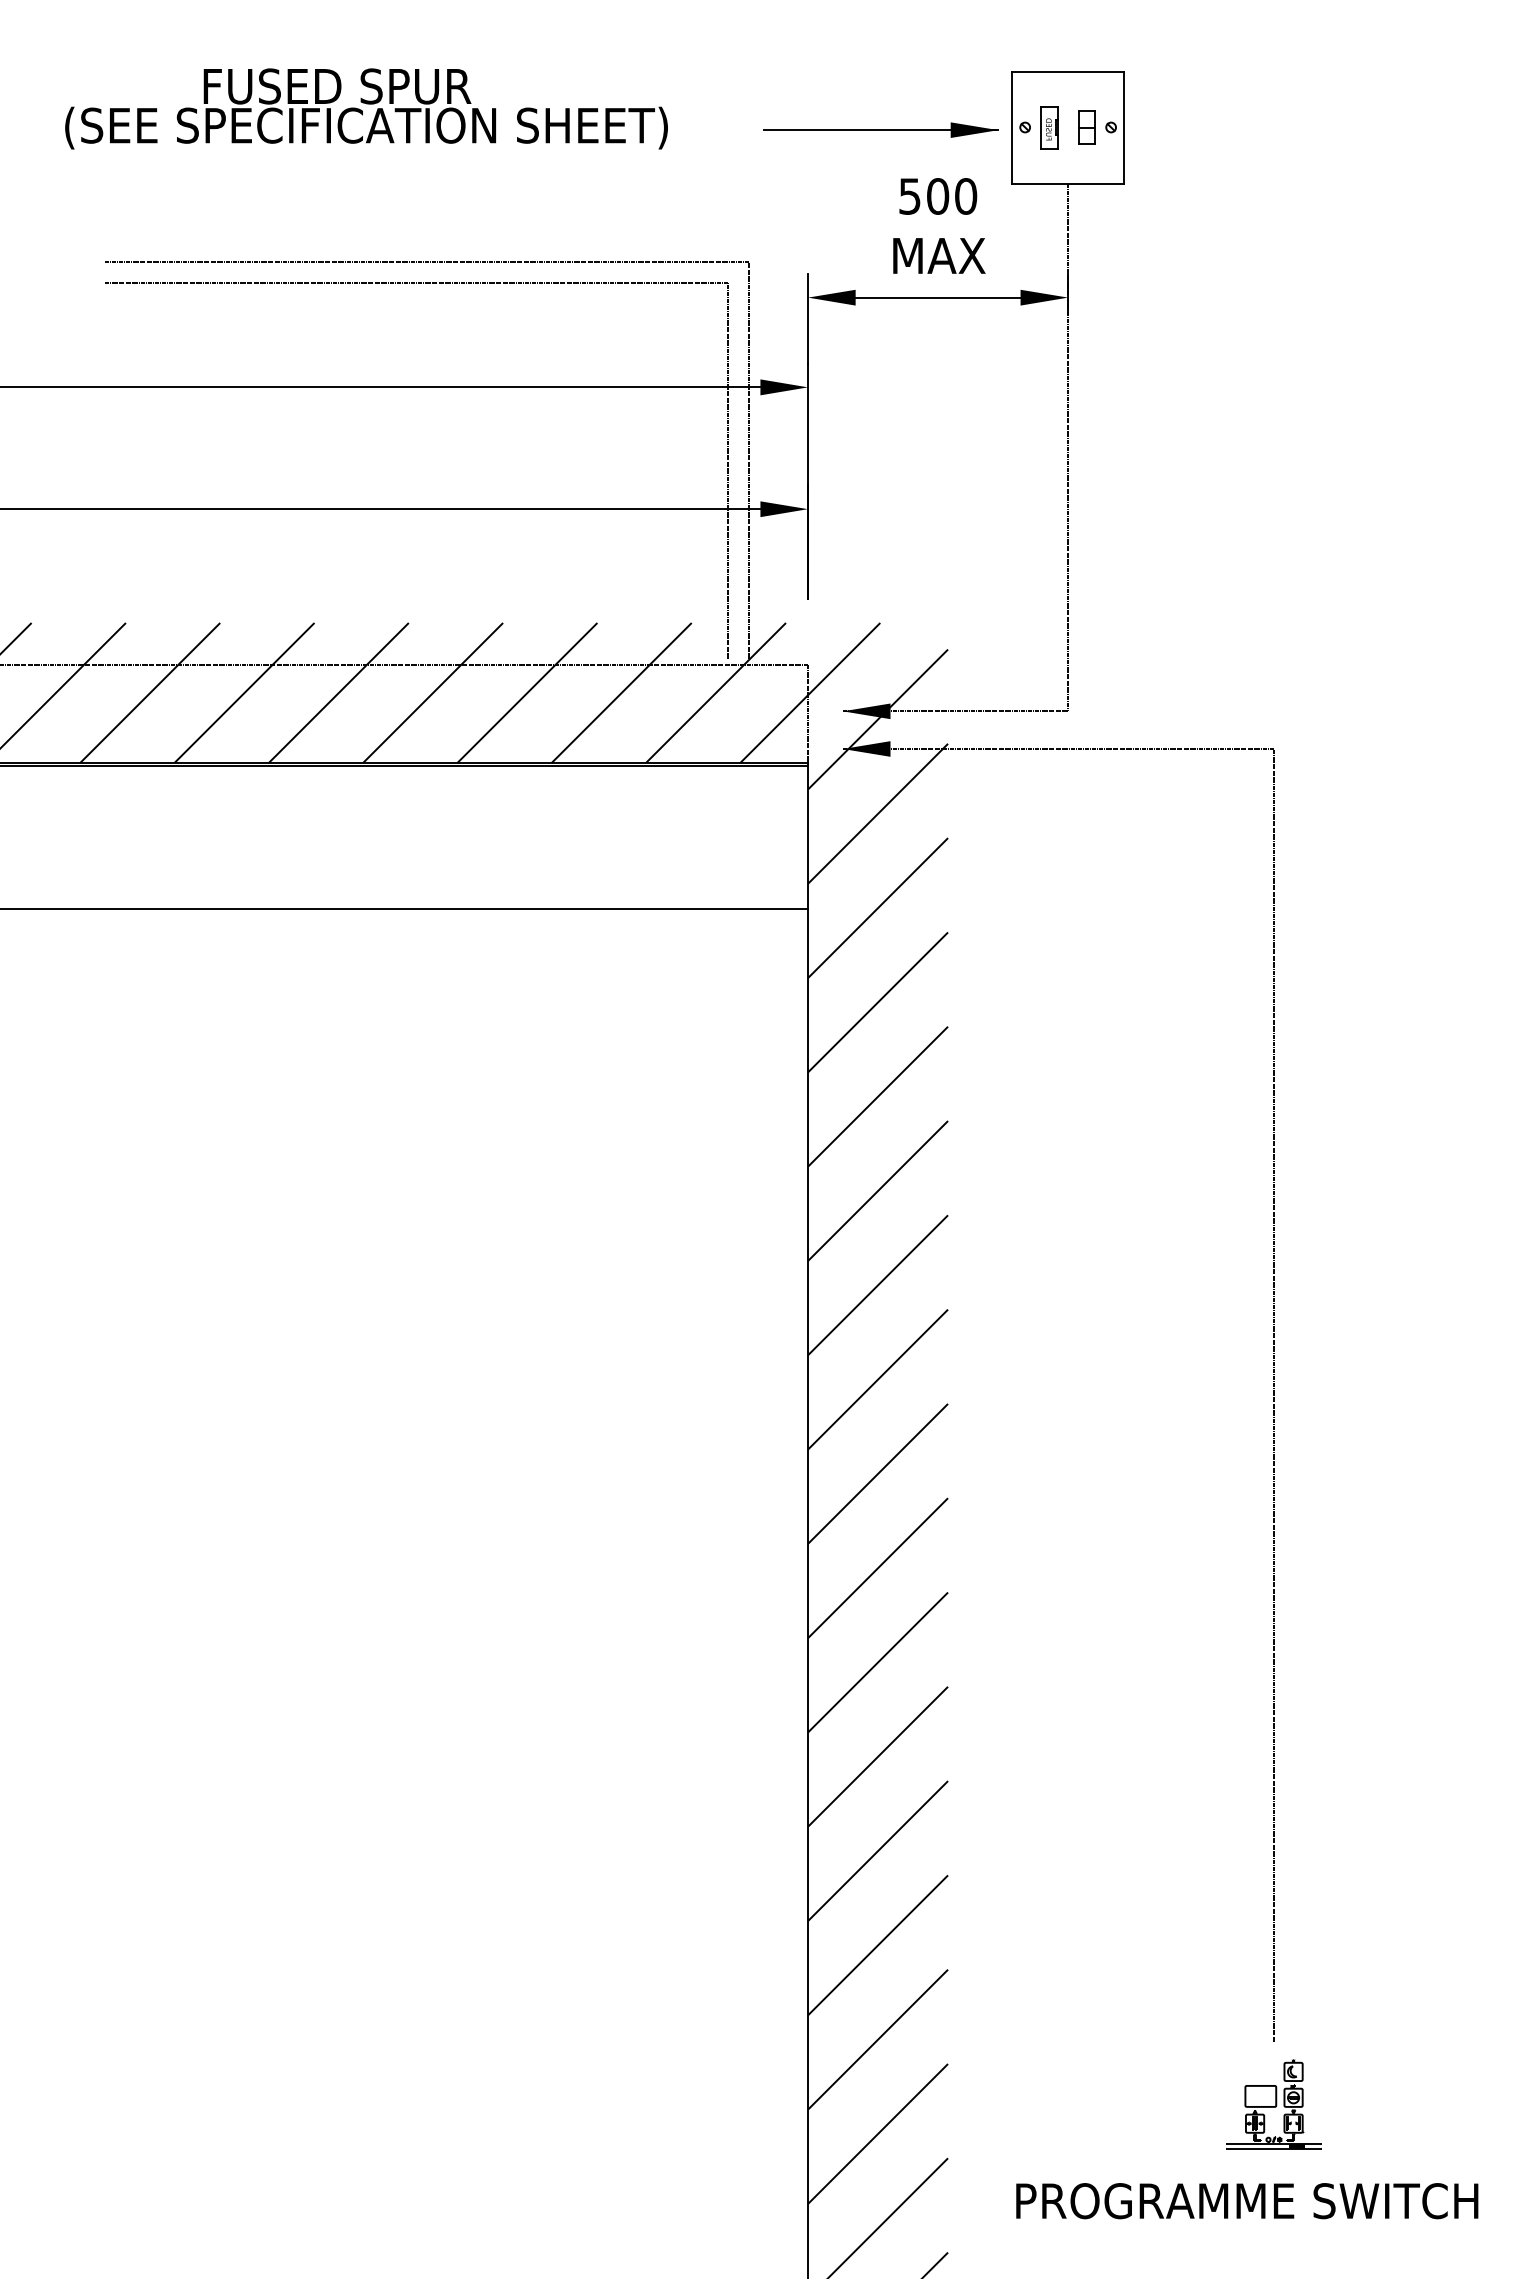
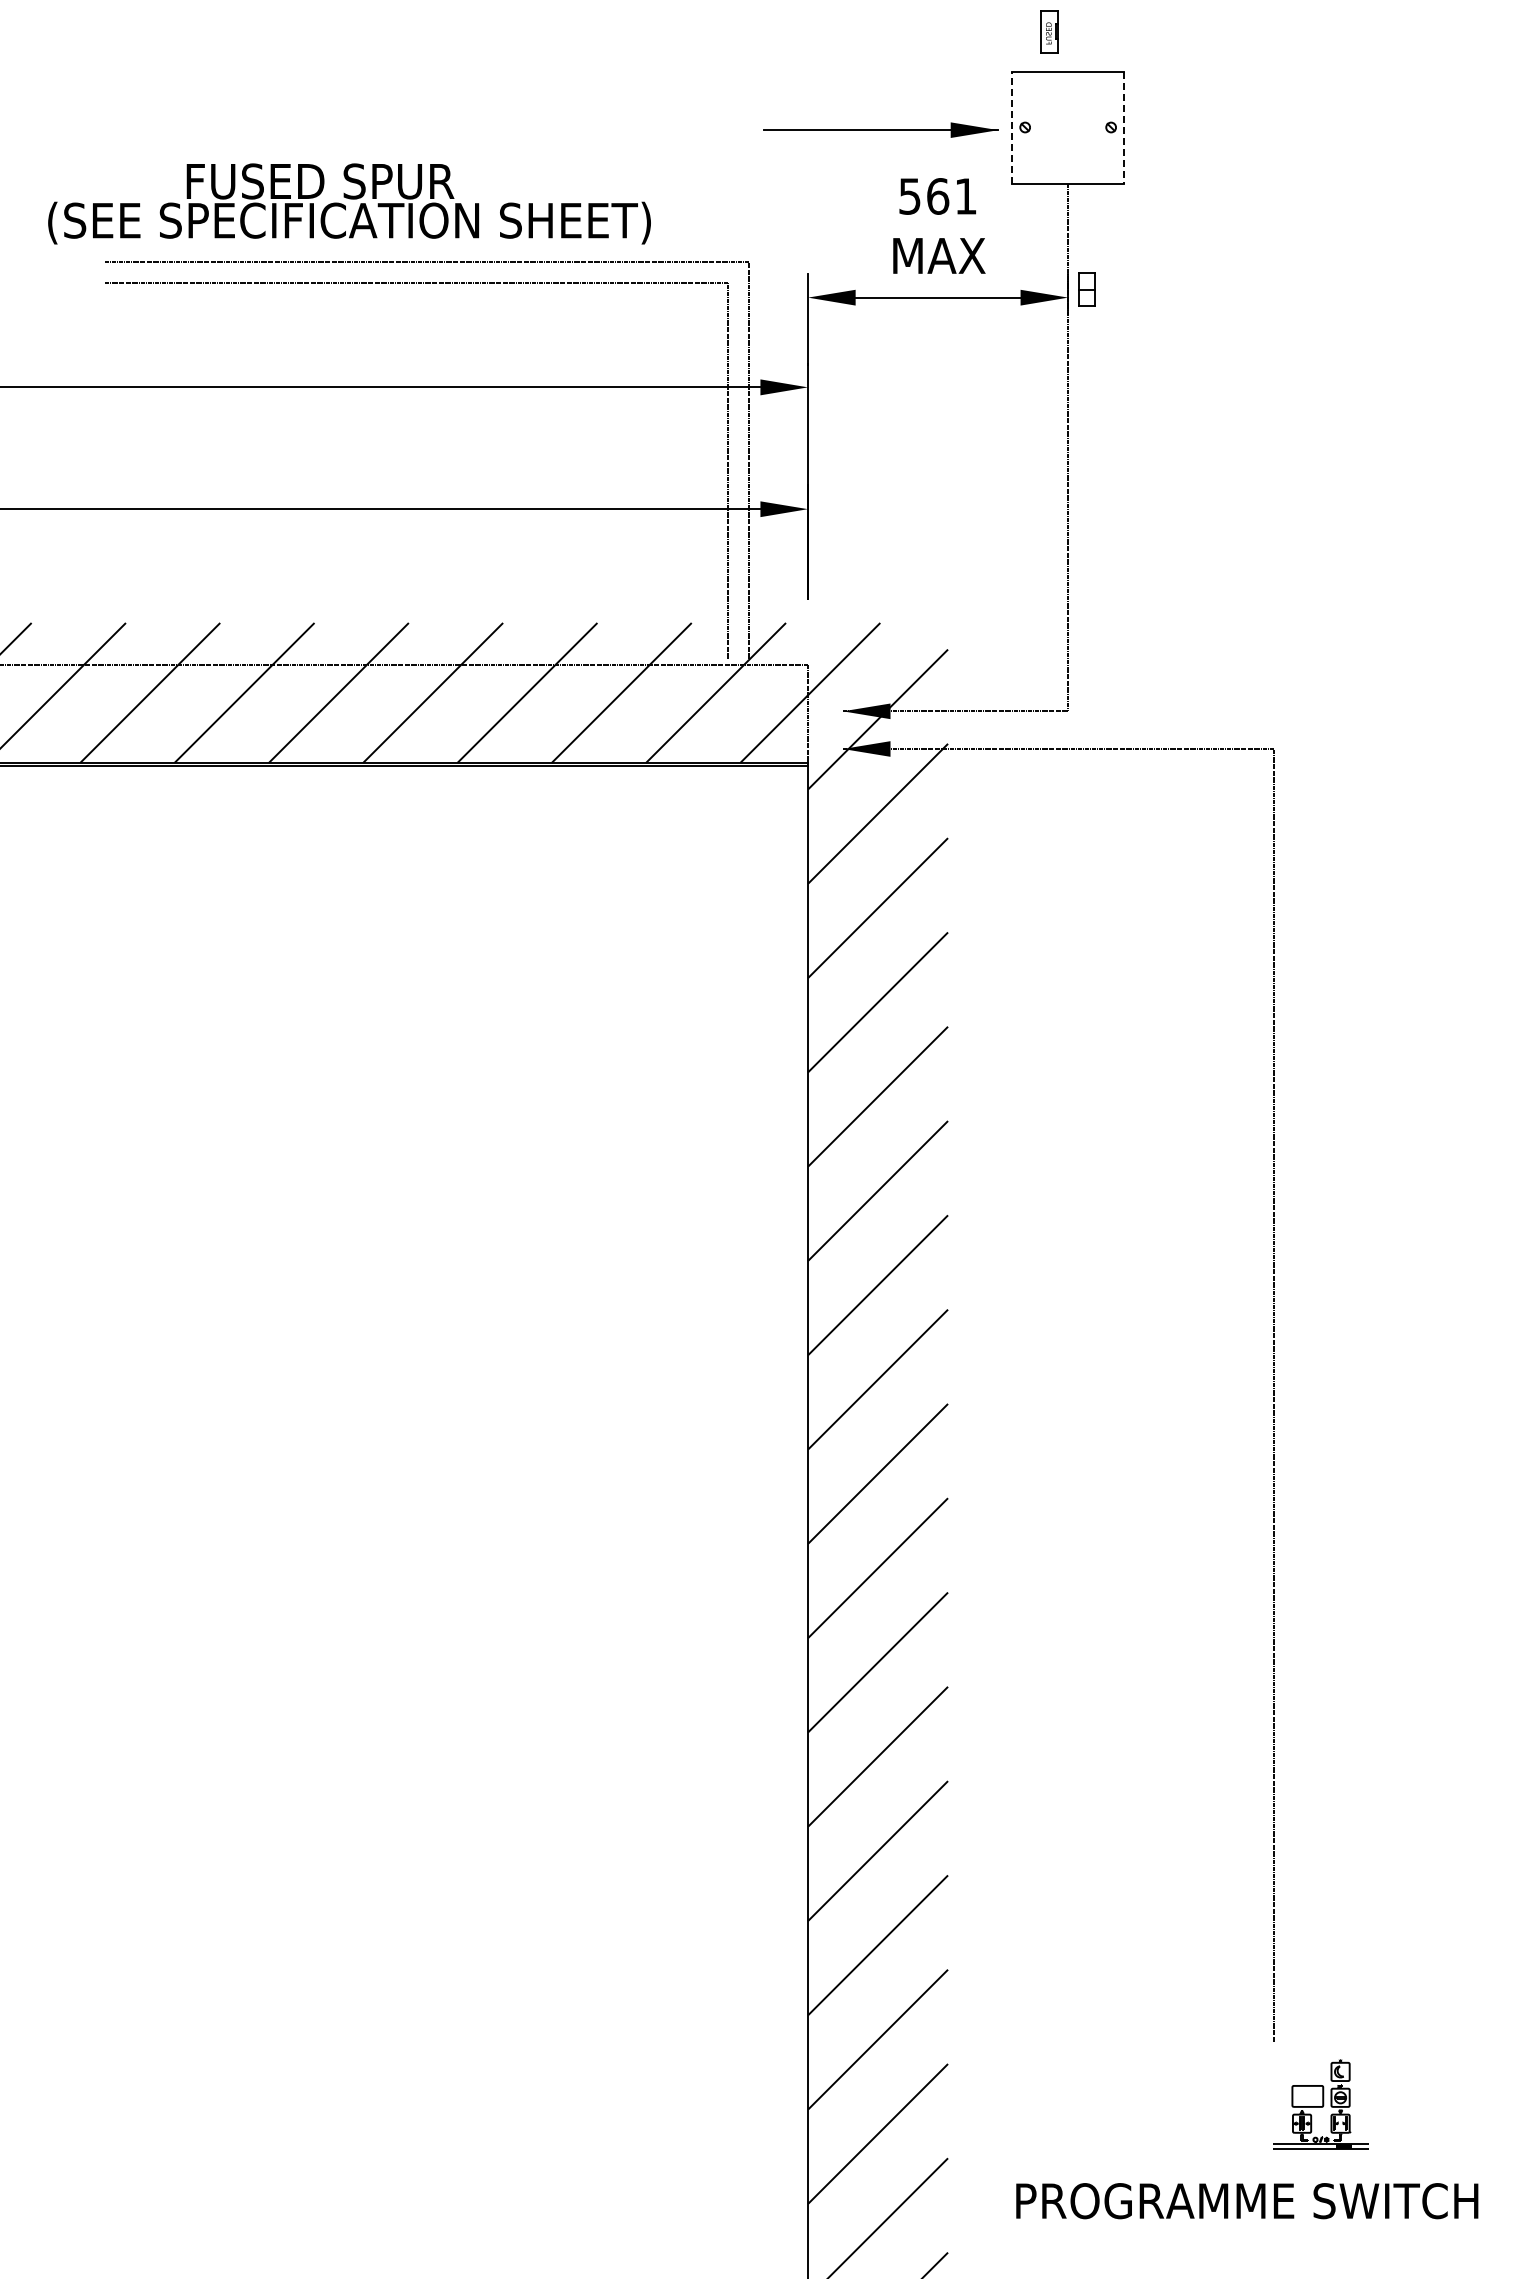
text at (366, 108) position: (366, 108) -> (349, 203)
line at (1012, 127): solid -> dashed
part at (1049, 127) position: (1049, 127) -> (1049, 31)
part at (1086, 127) position: (1086, 127) -> (1086, 289)
line at (1124, 128): solid -> dashed
text at (952, 196): 500 -> 561
line at (405, 908): present -> none
part at (1273, 2104) position: (1273, 2104) -> (1320, 2104)
